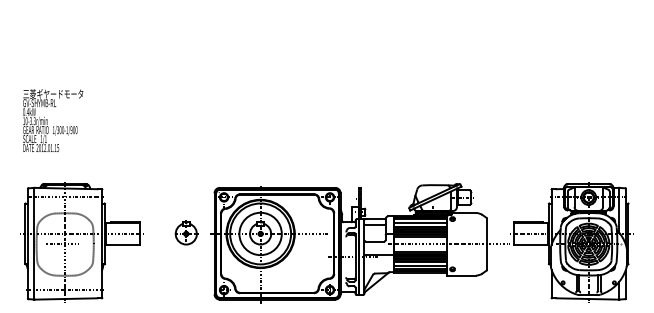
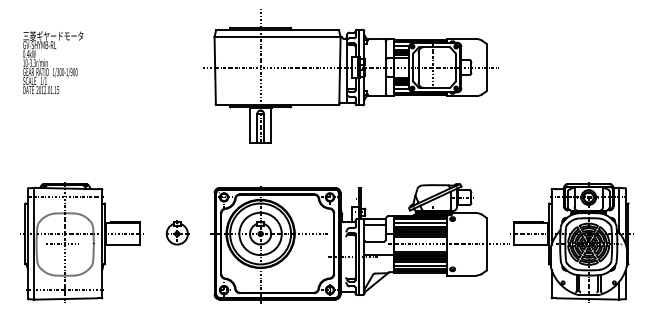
part at (350, 76): none -> present
text at (53, 120) position: (53, 120) -> (53, 62)
part at (186, 232) position: (186, 232) -> (177, 232)
